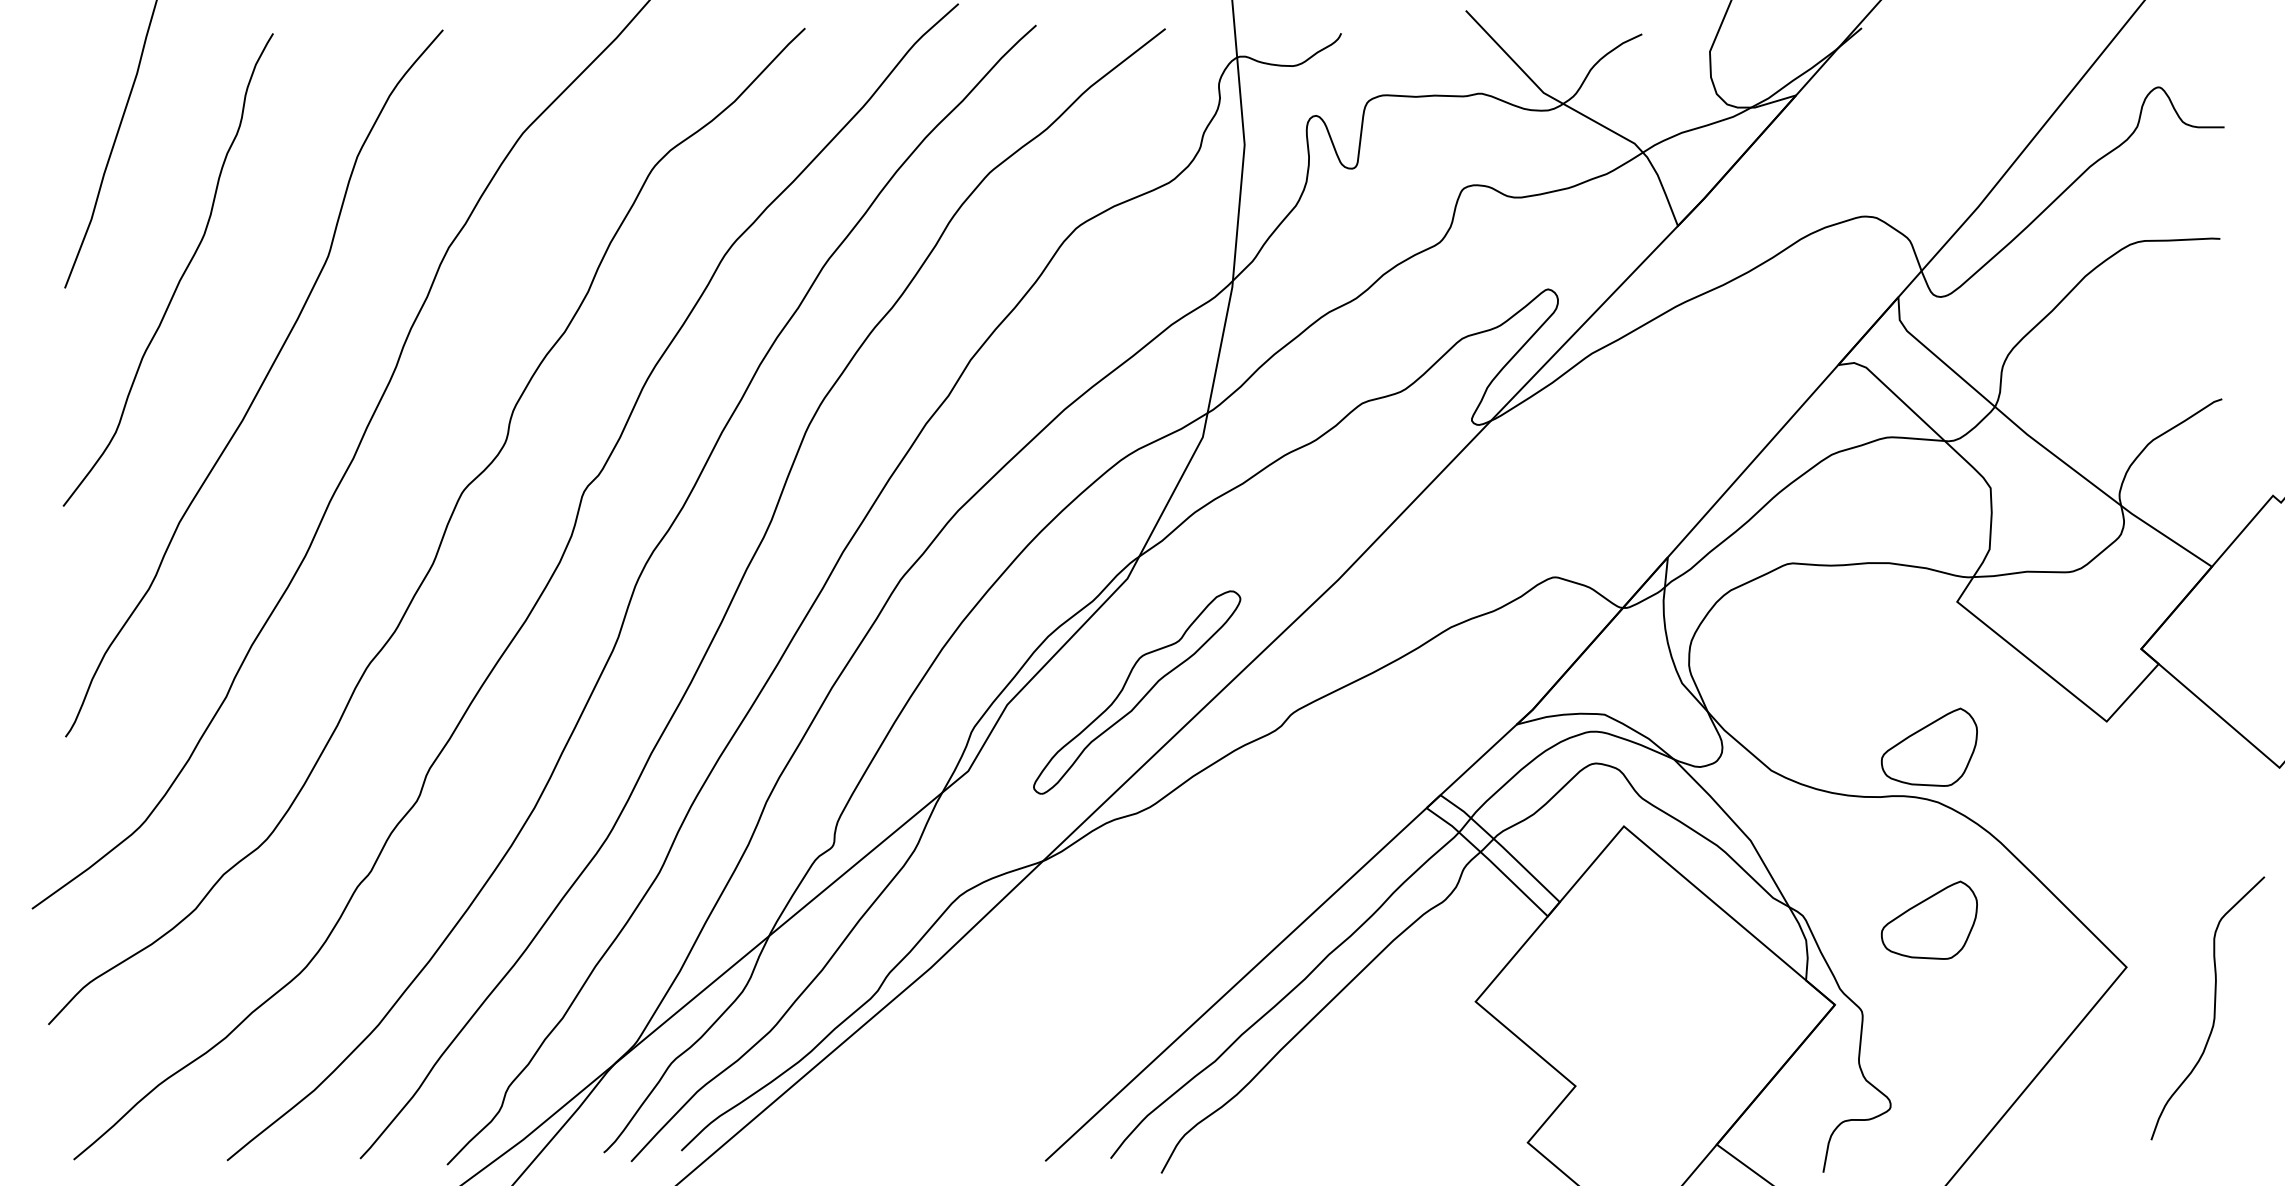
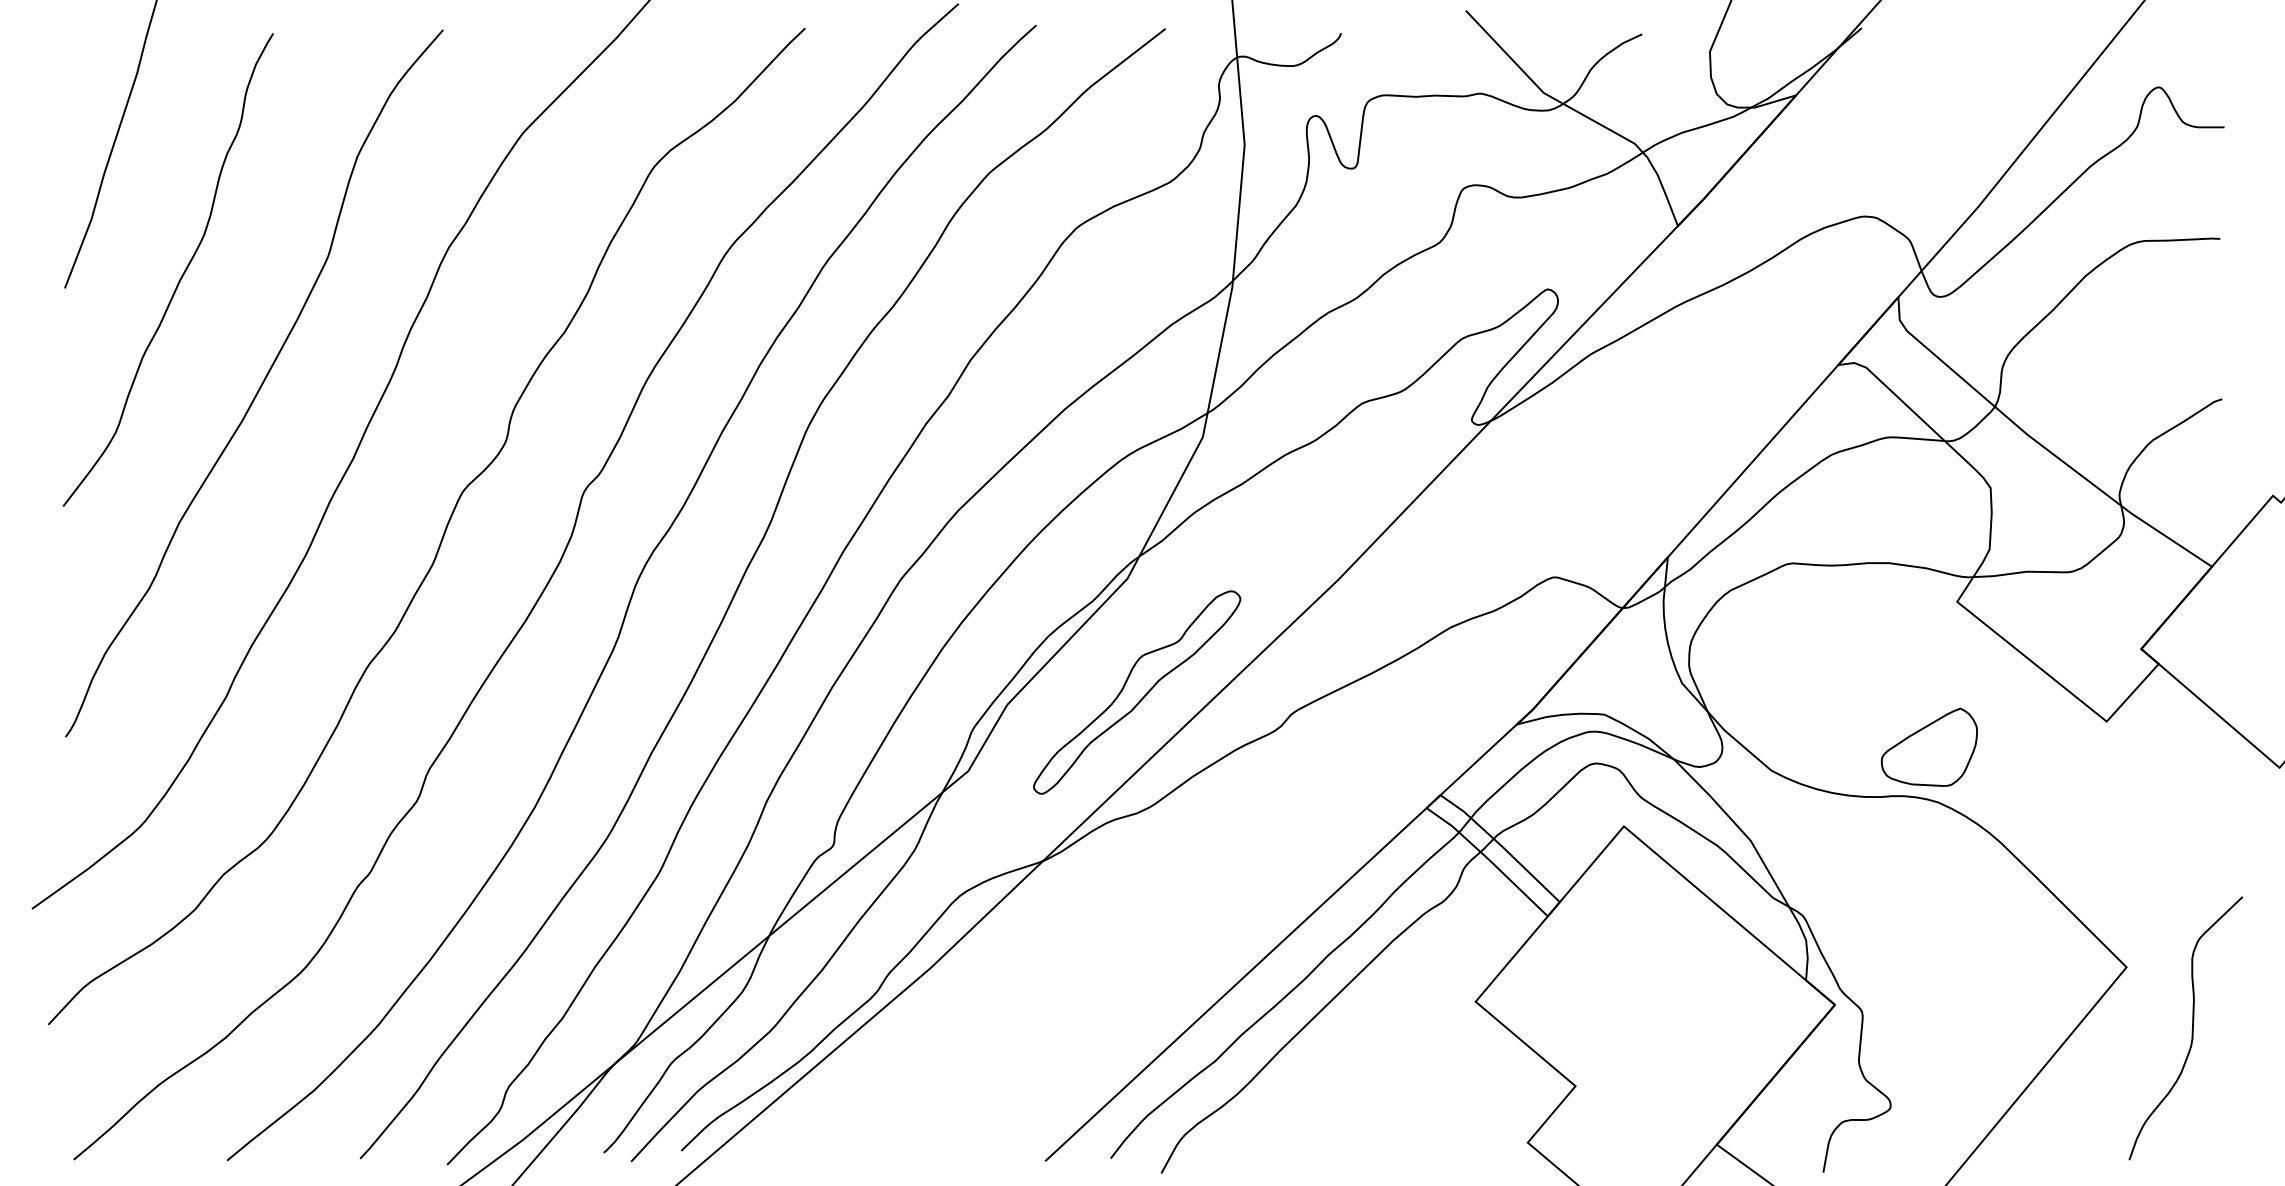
part at (1928, 919): present -> none
curve at (2213, 1010) position: (2213, 1010) -> (2191, 1030)
